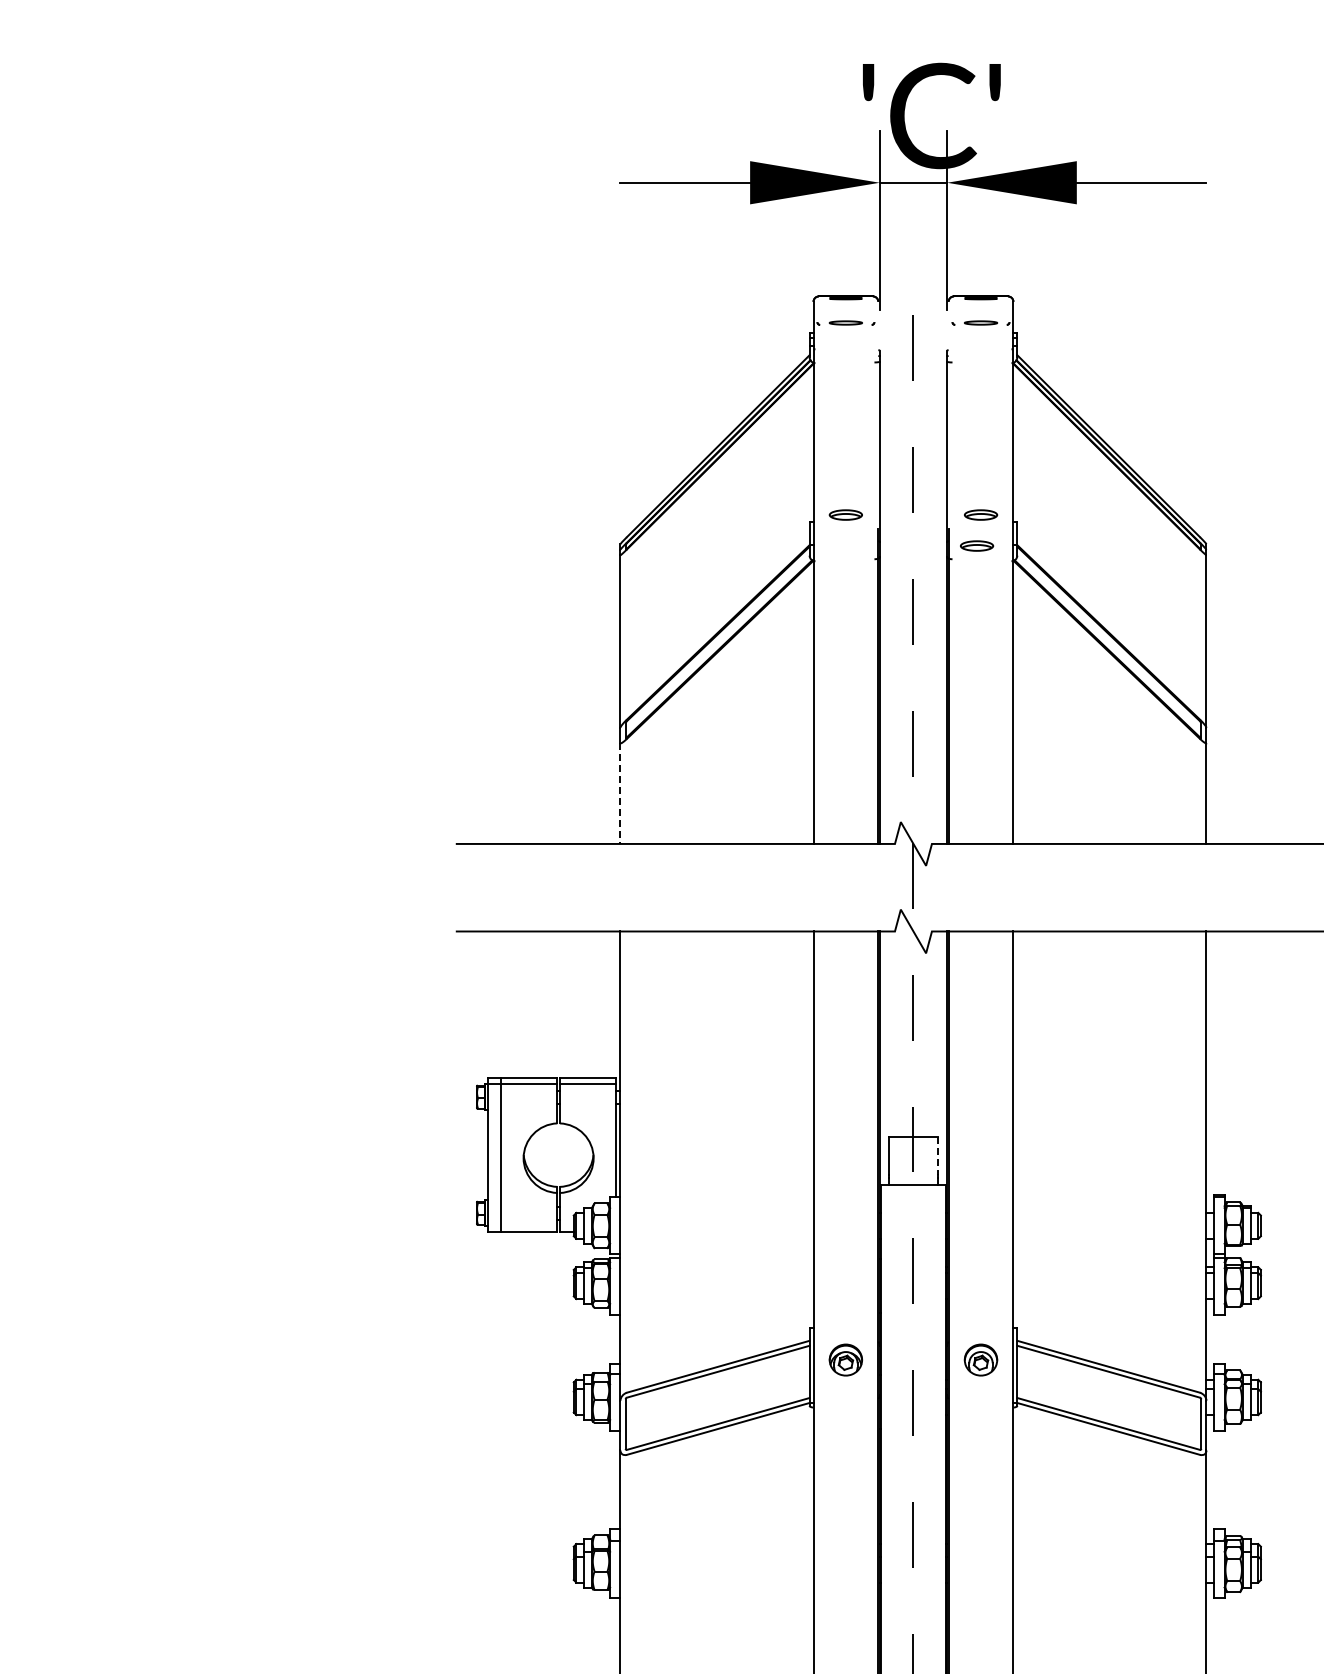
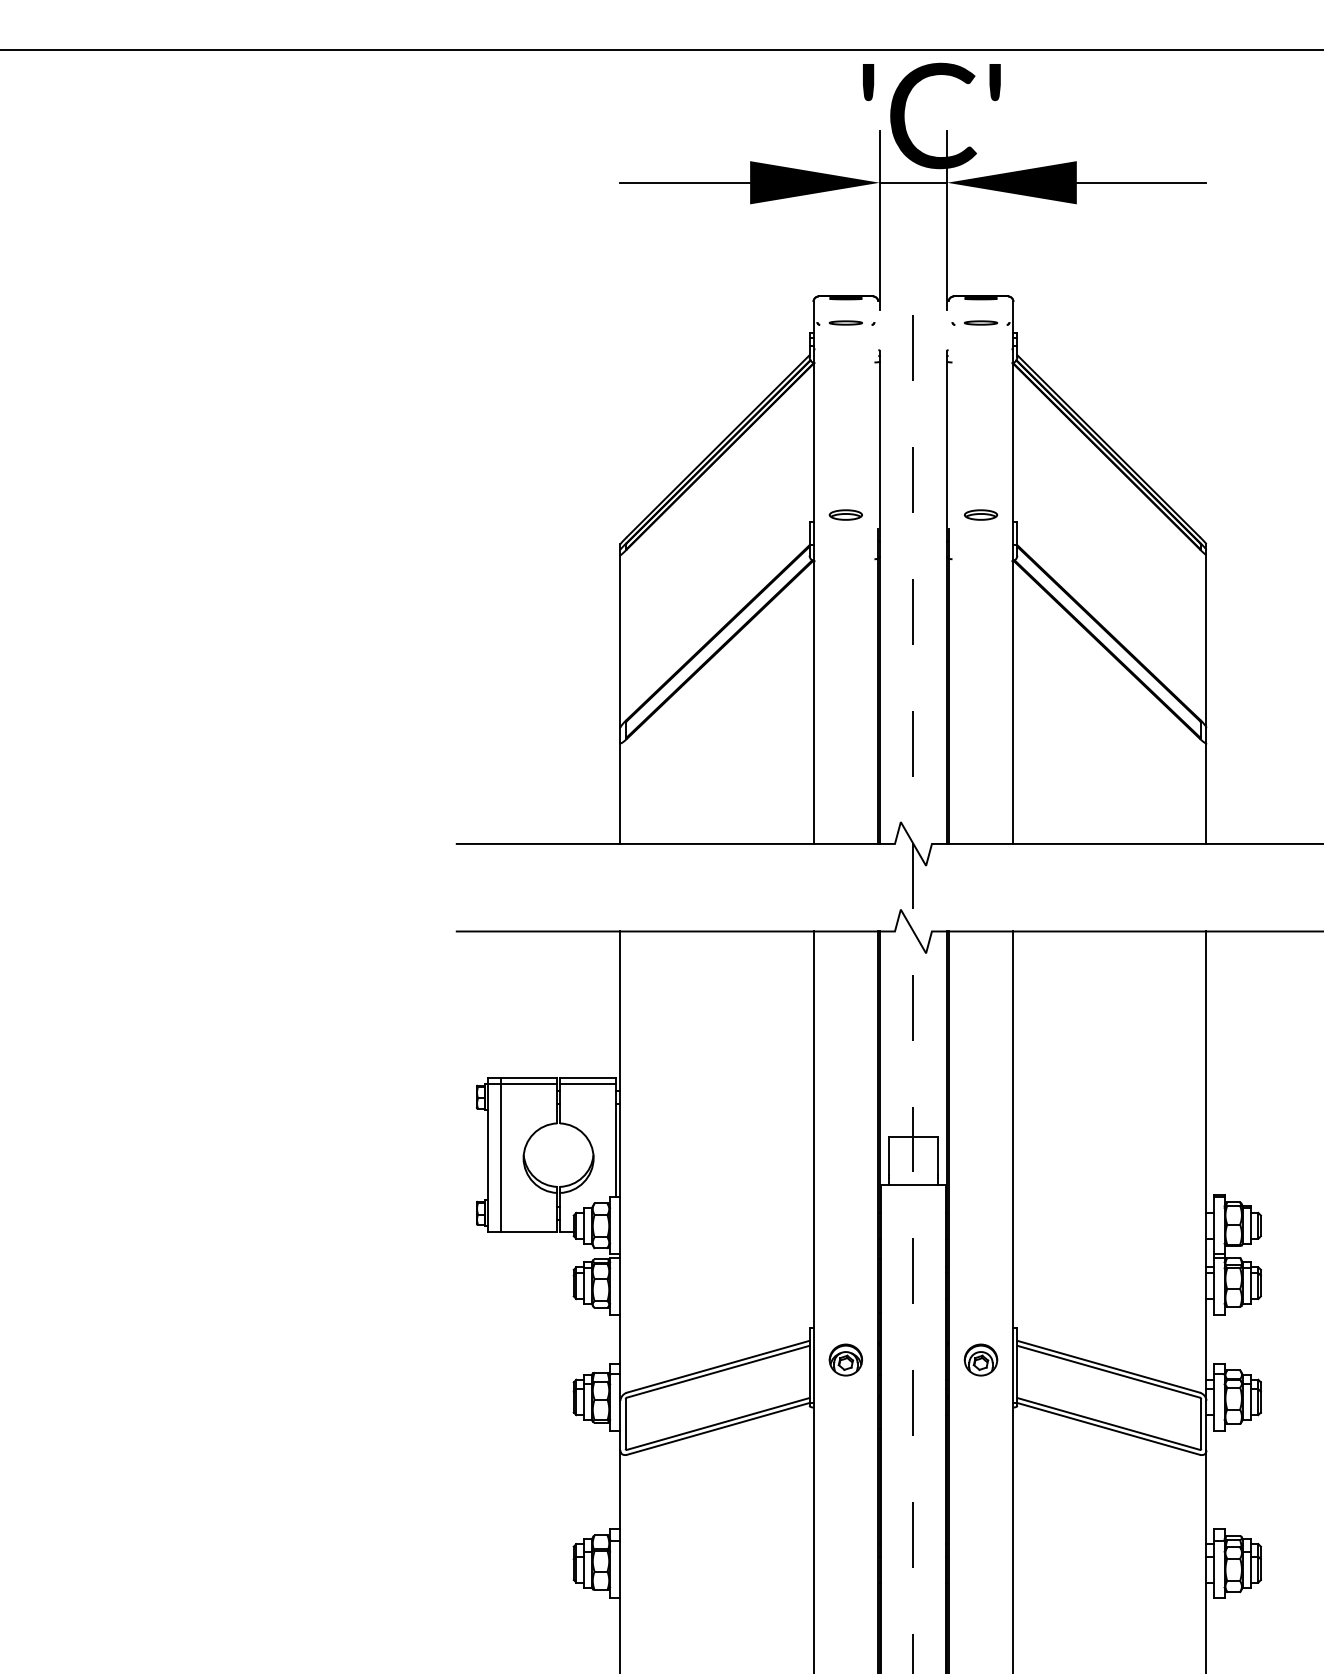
line at (661, 50): none -> present
part at (977, 545): present -> none
line at (620, 794): dashed -> solid
line at (938, 1156): dashed -> solid
